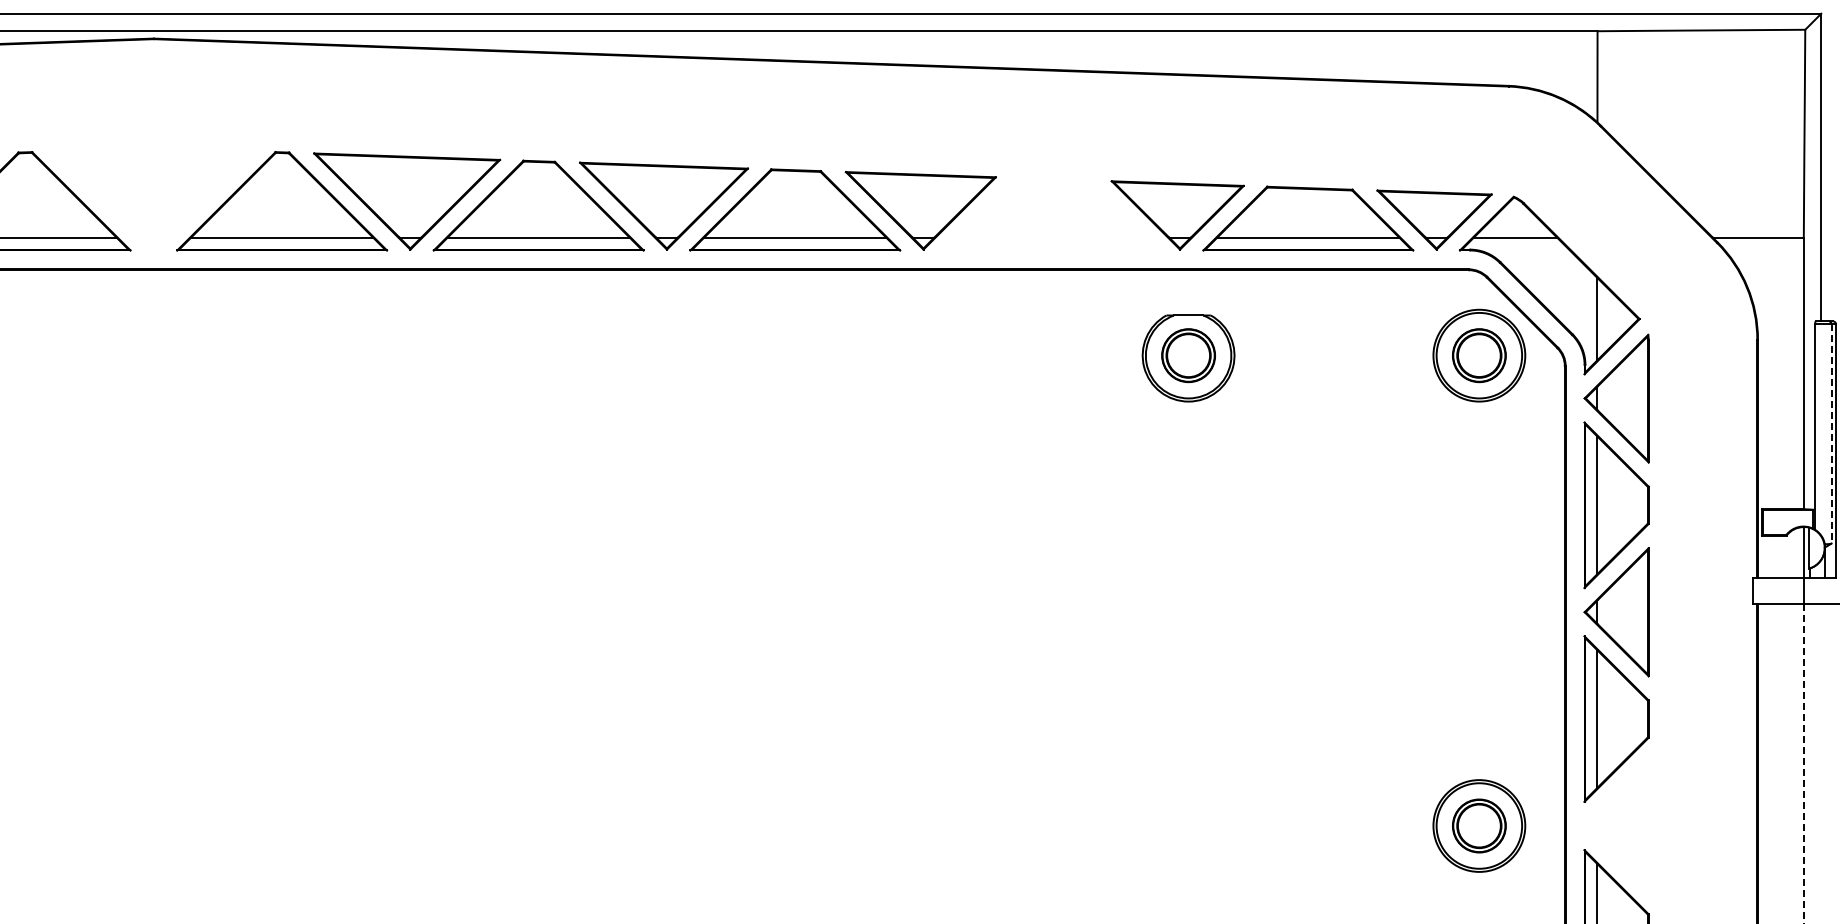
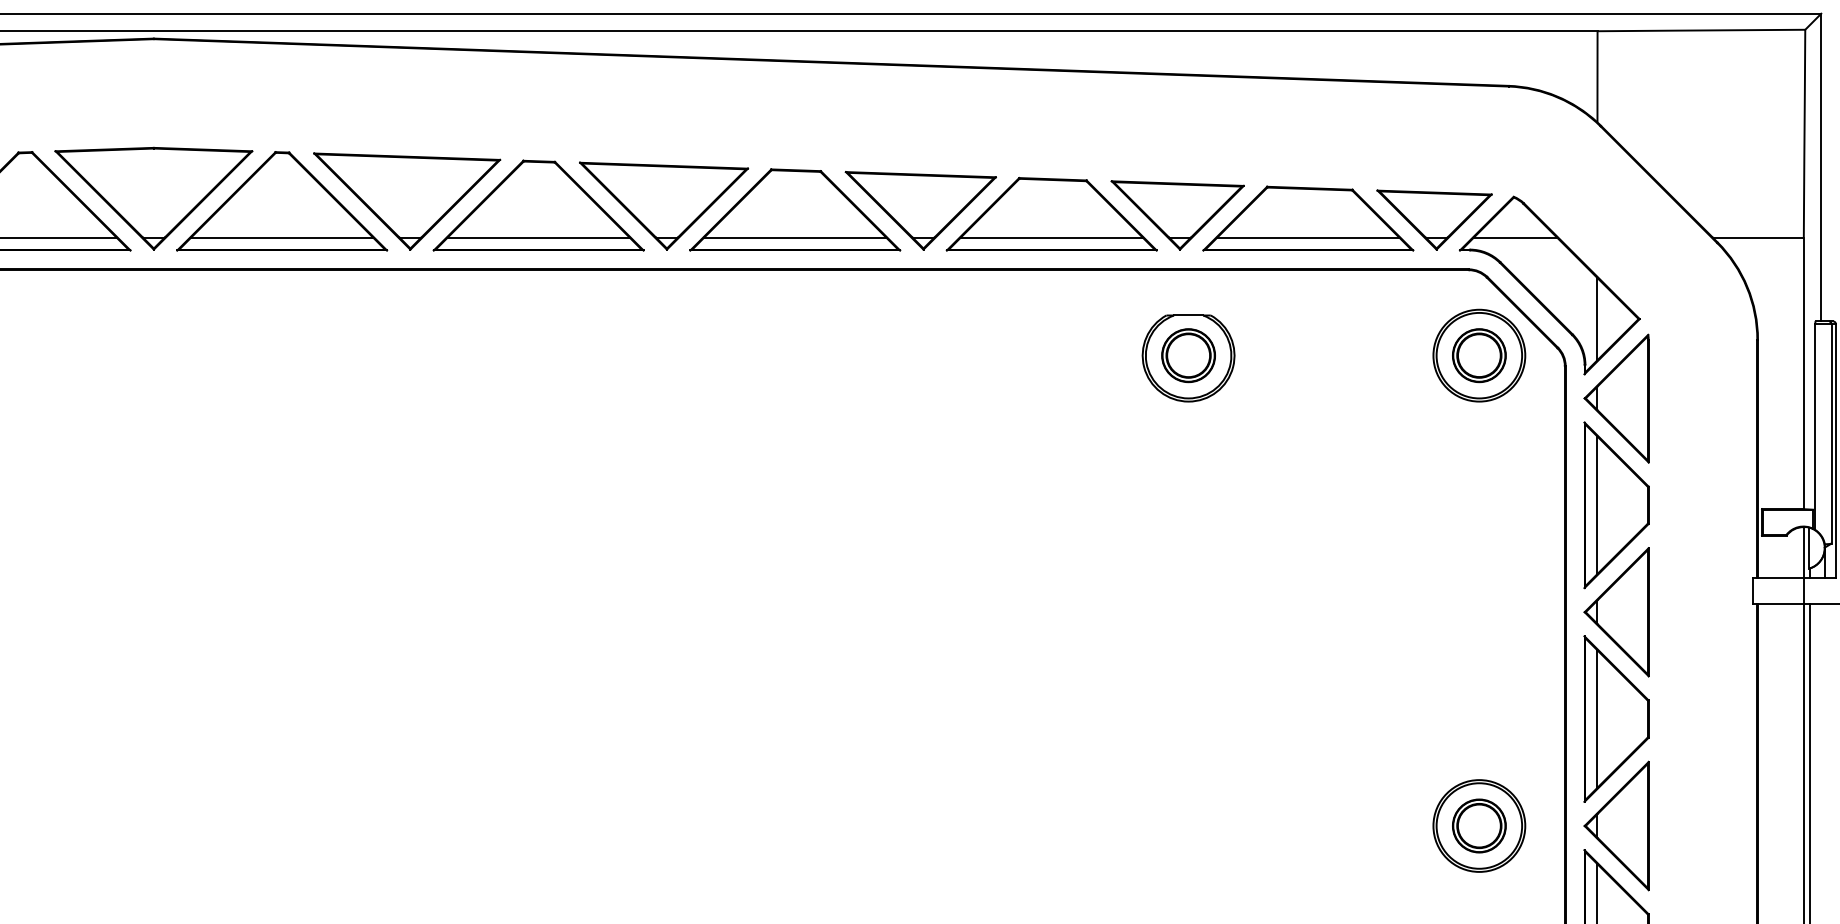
part at (153, 198): none -> present
part at (1051, 214): none -> present
line at (1831, 433): dashed -> solid
line at (1809, 761): none -> present
line at (1803, 763): dashed -> solid
part at (1616, 825): none -> present
